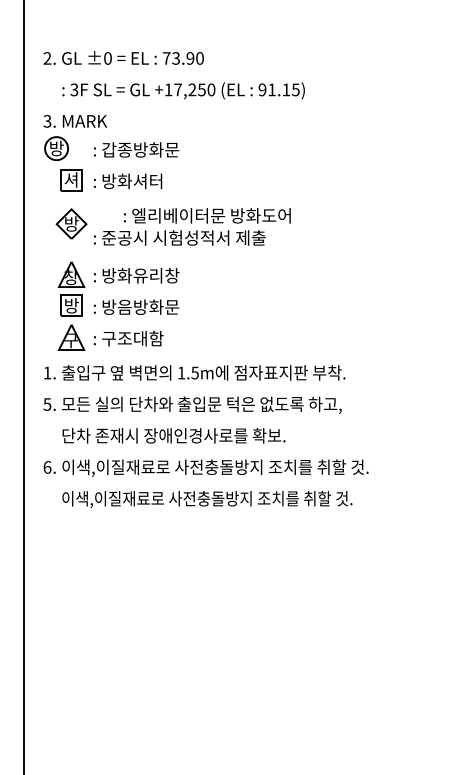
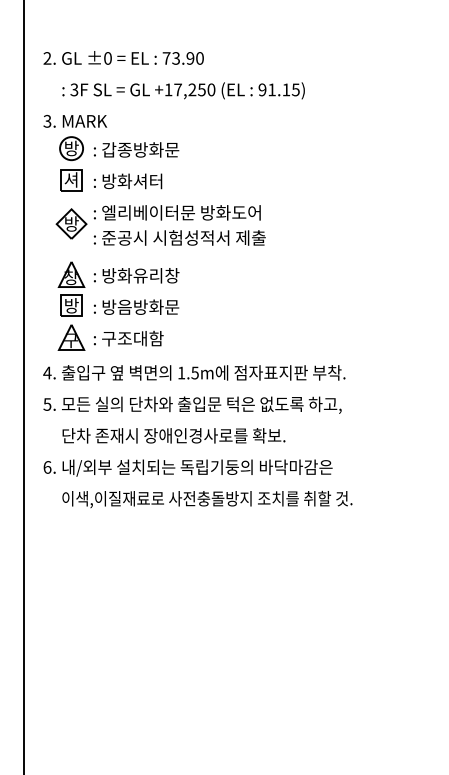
part at (56, 148) position: (56, 148) -> (71, 148)
text at (206, 215) position: (206, 215) -> (176, 212)
text at (47, 372): 1. -> 4.
text at (215, 467): 이색,이질재료로 사전충돌방지 조치를 취할 것. -> 내/외부 설치되는 독립기둥의 바닥마감은
